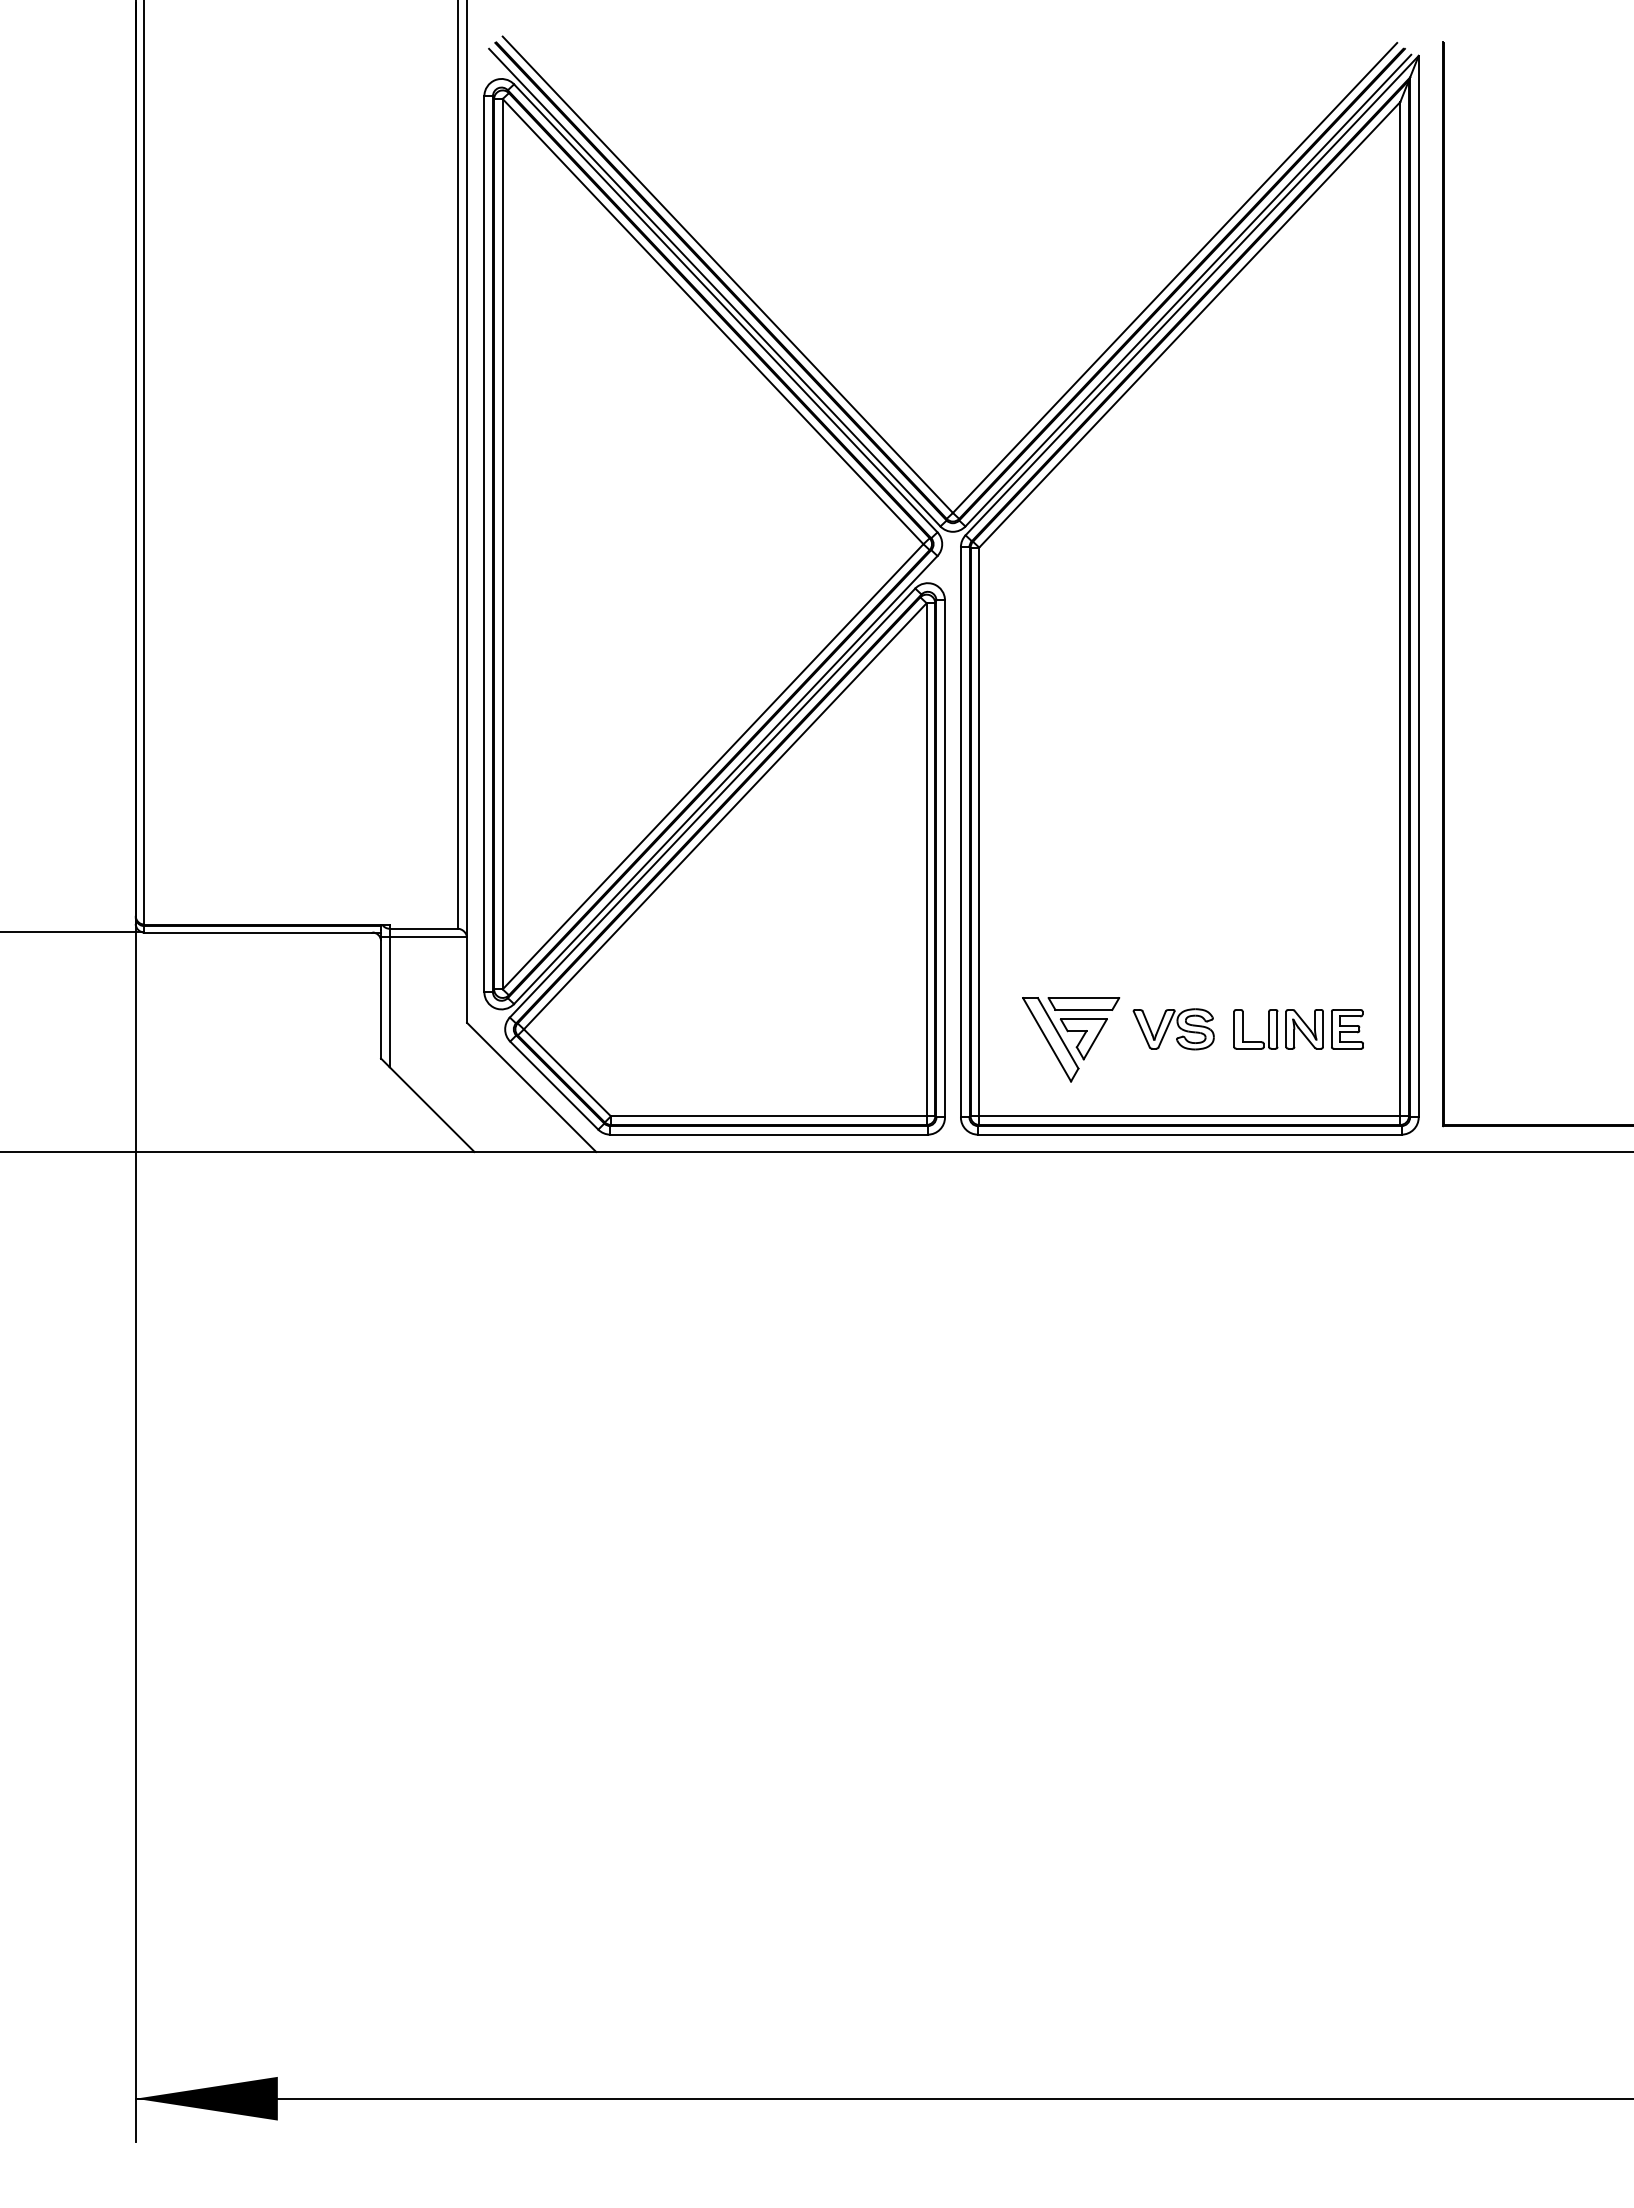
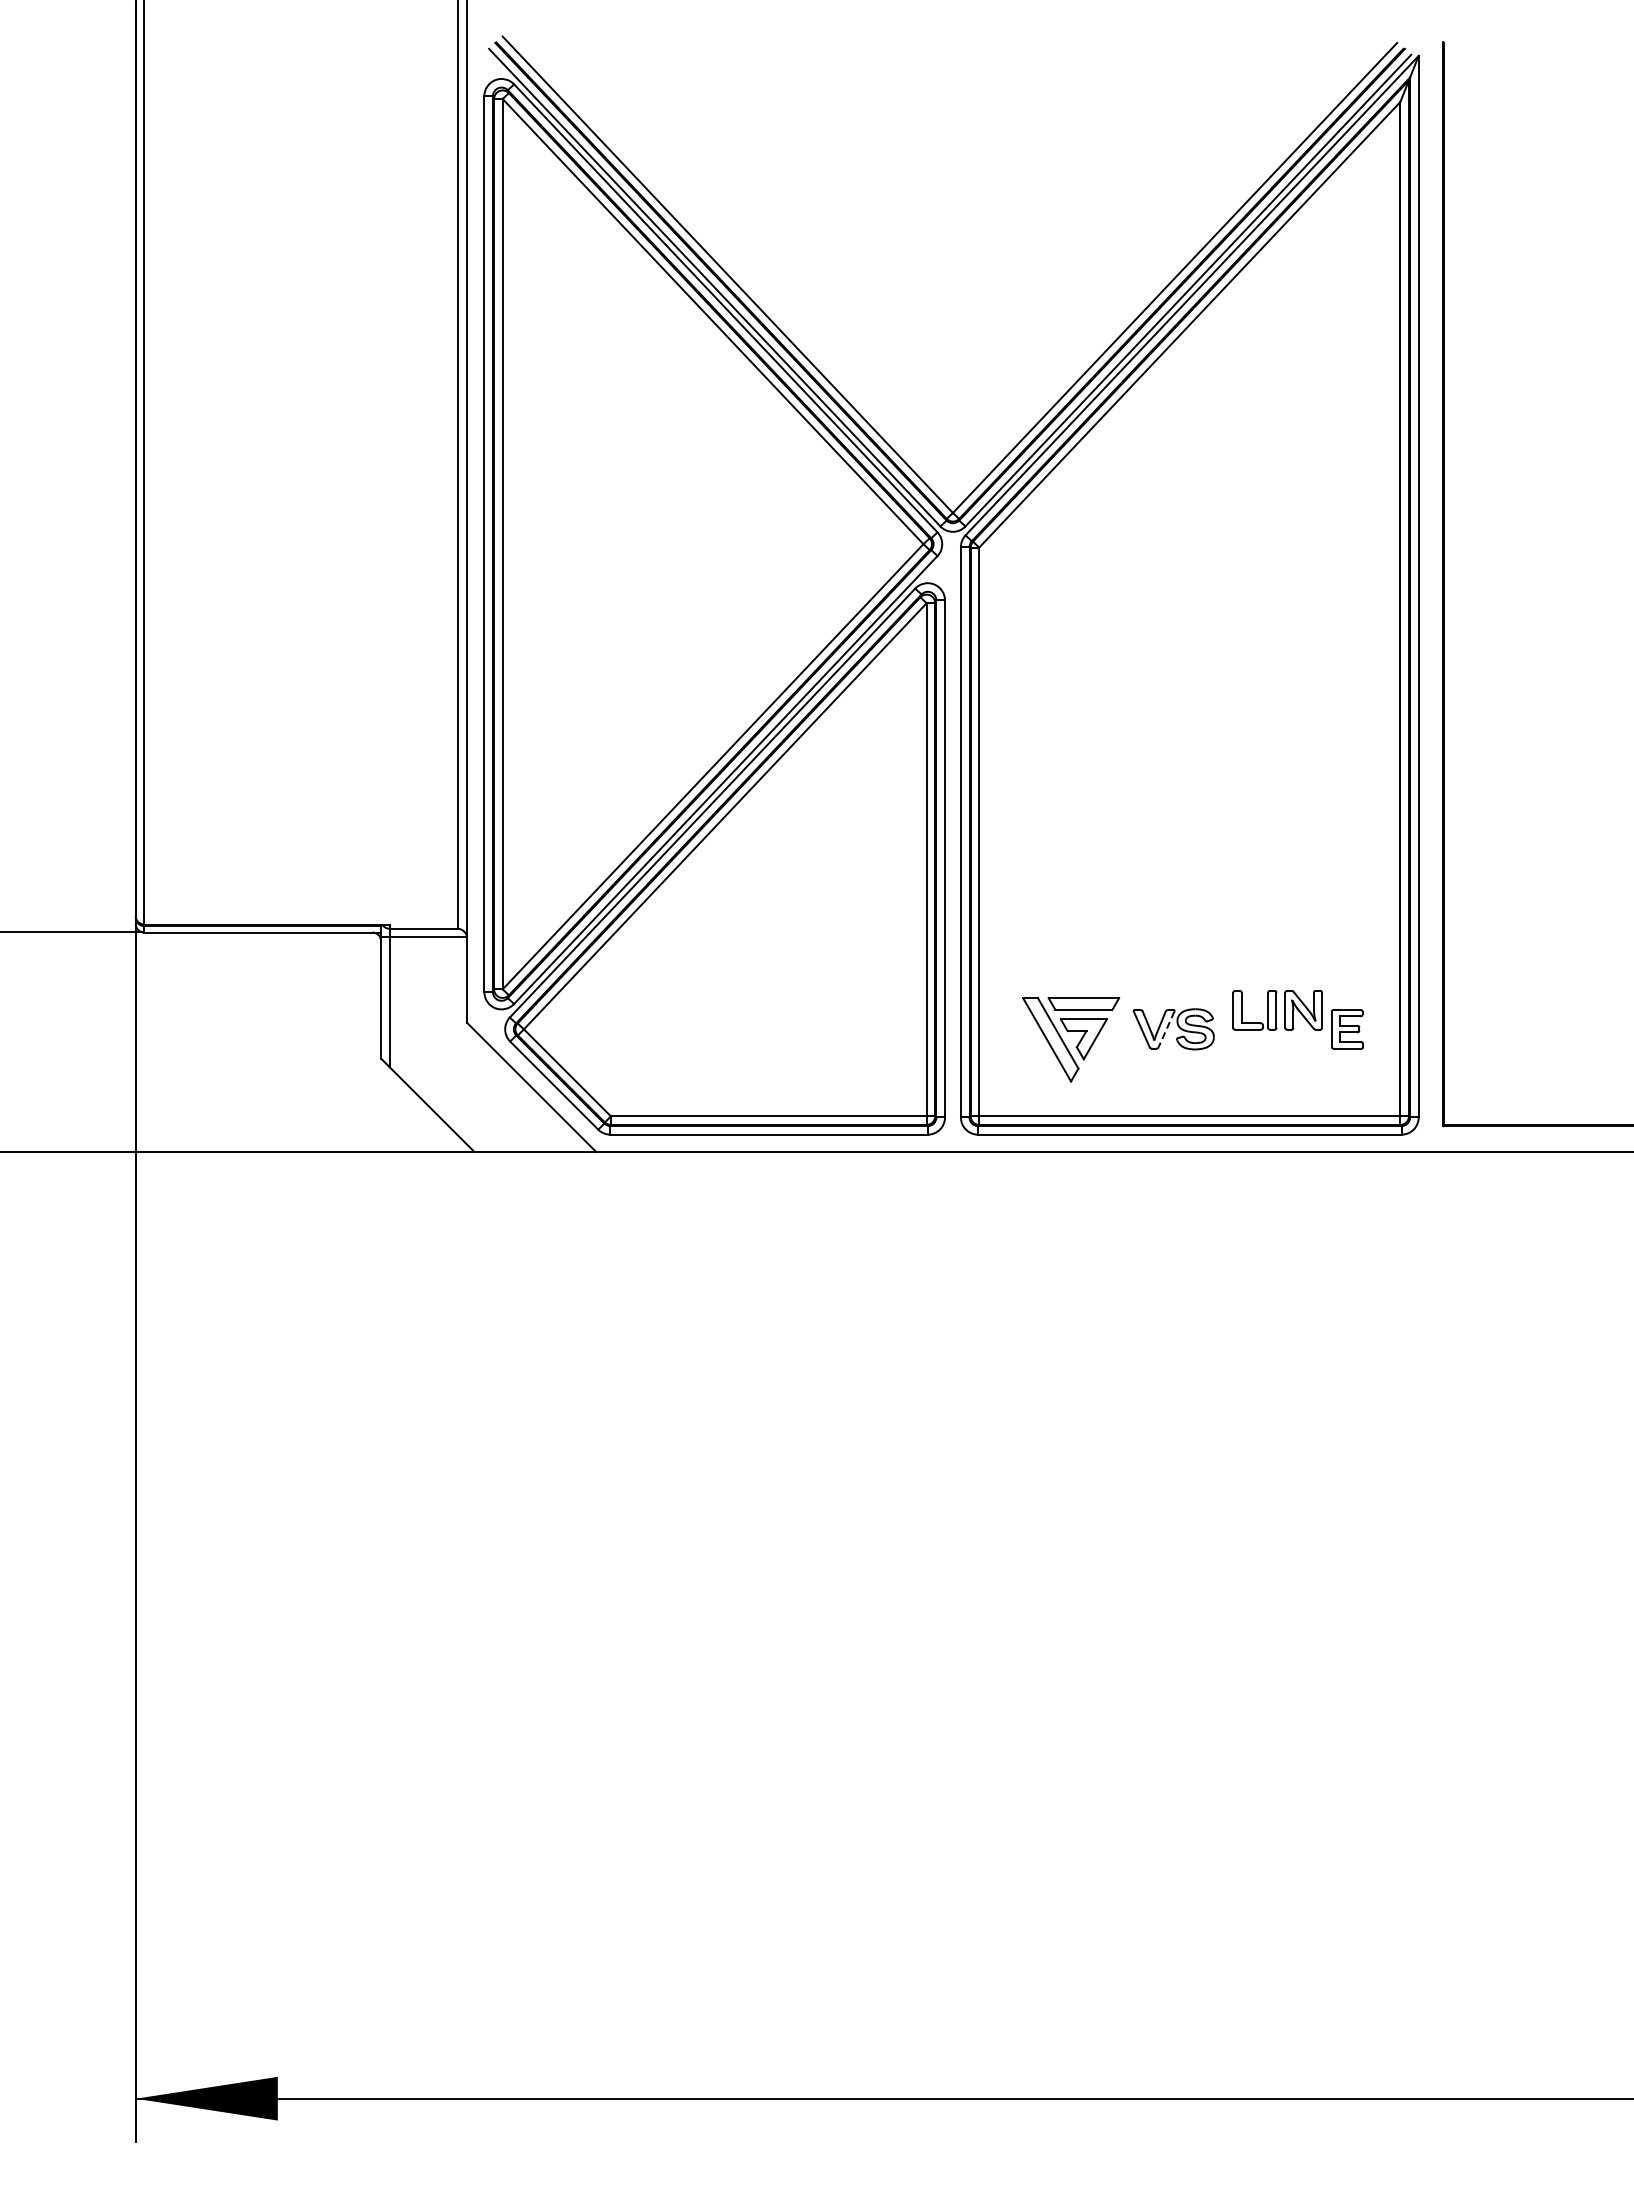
line at (1166, 1029): solid -> dashed
part at (1278, 1029) position: (1278, 1029) -> (1277, 1010)
